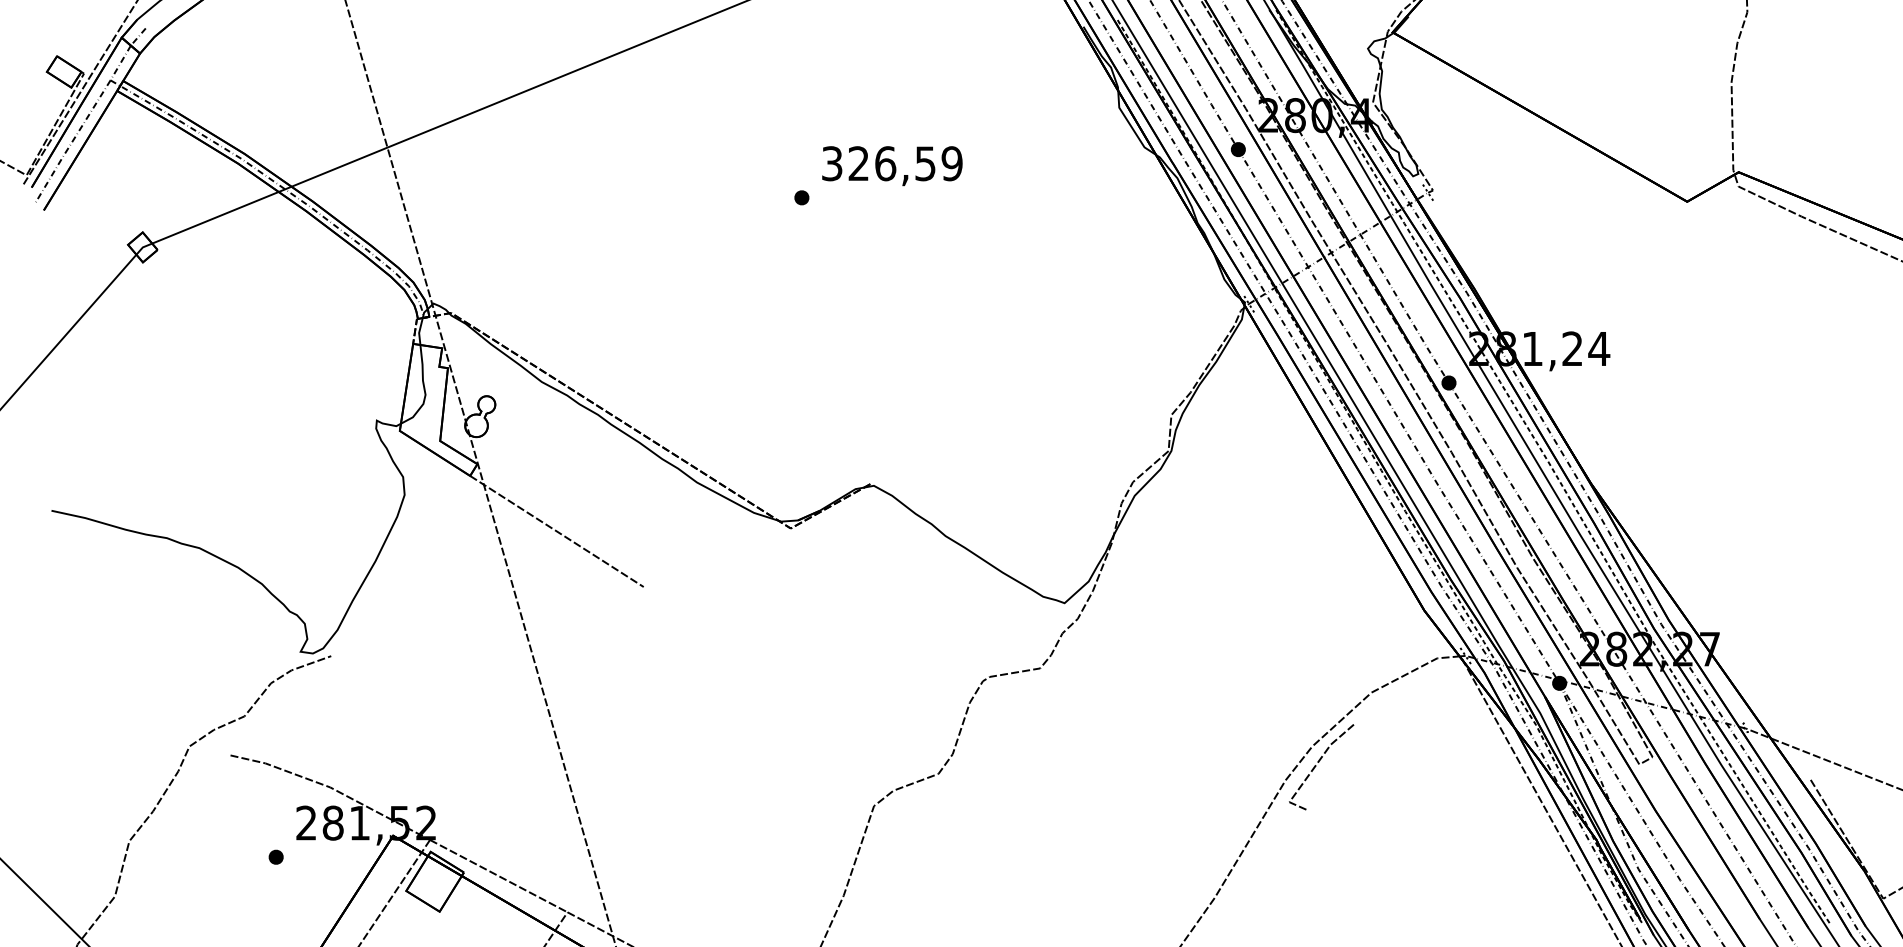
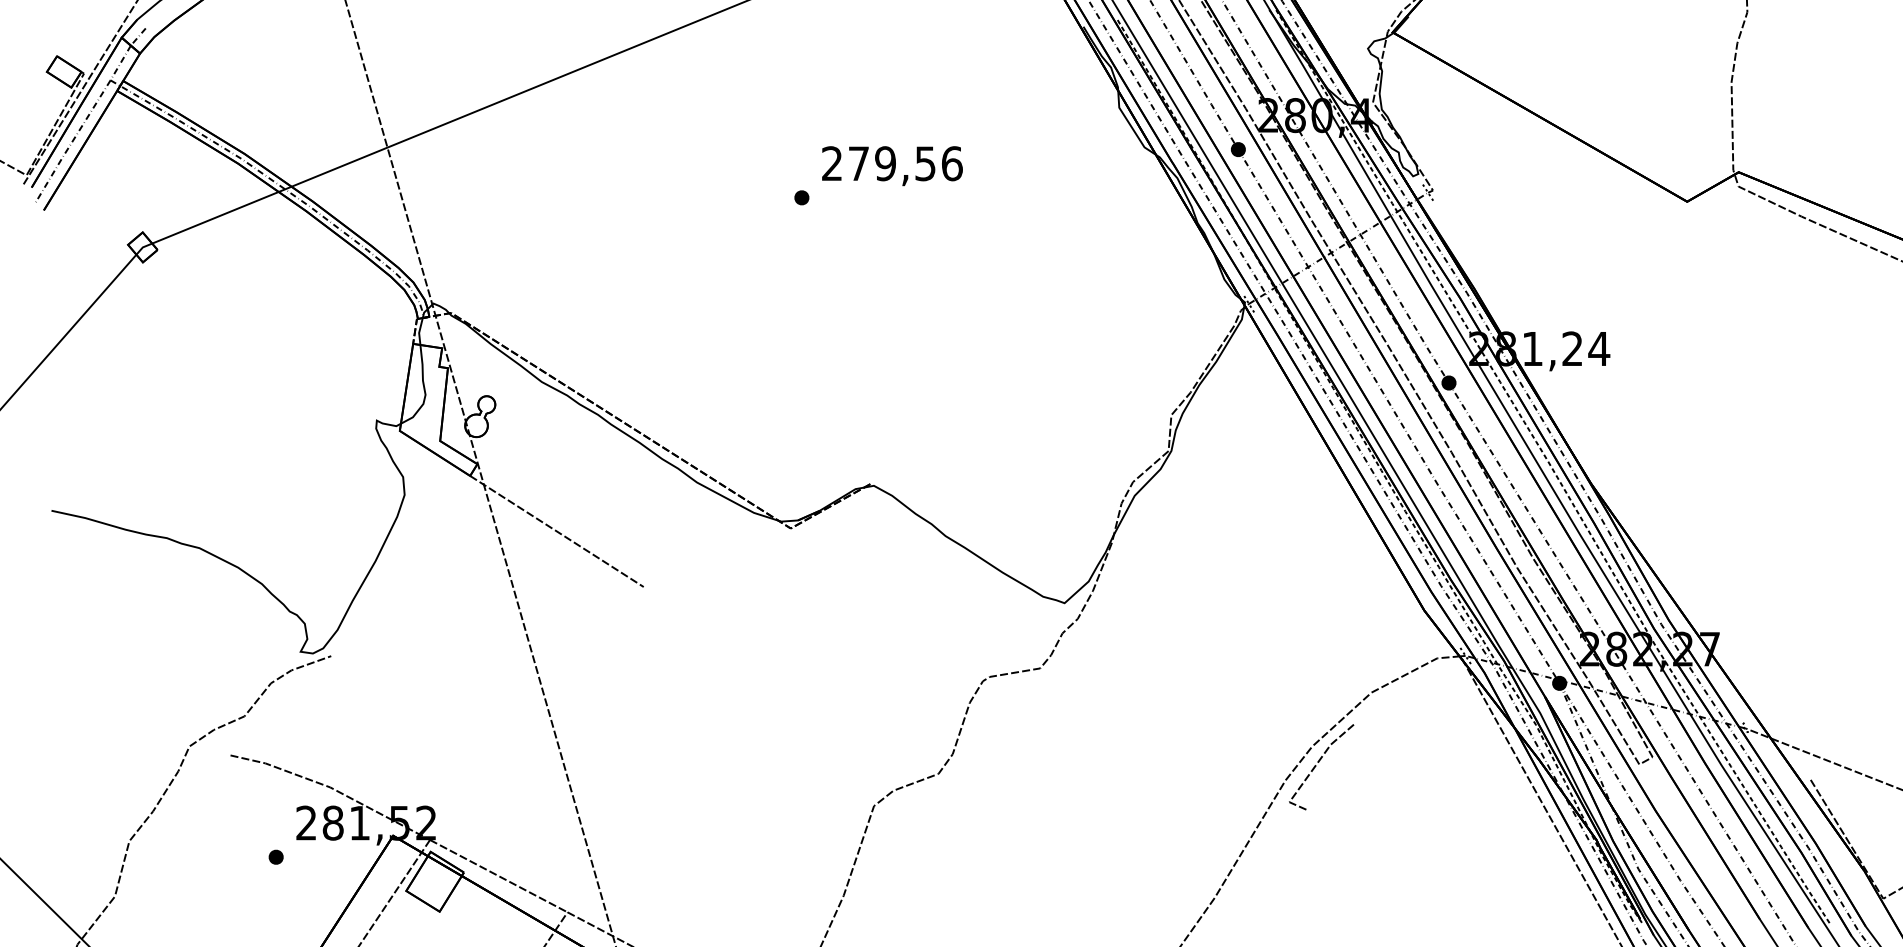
text at (892, 163): 326,59 -> 279,56
